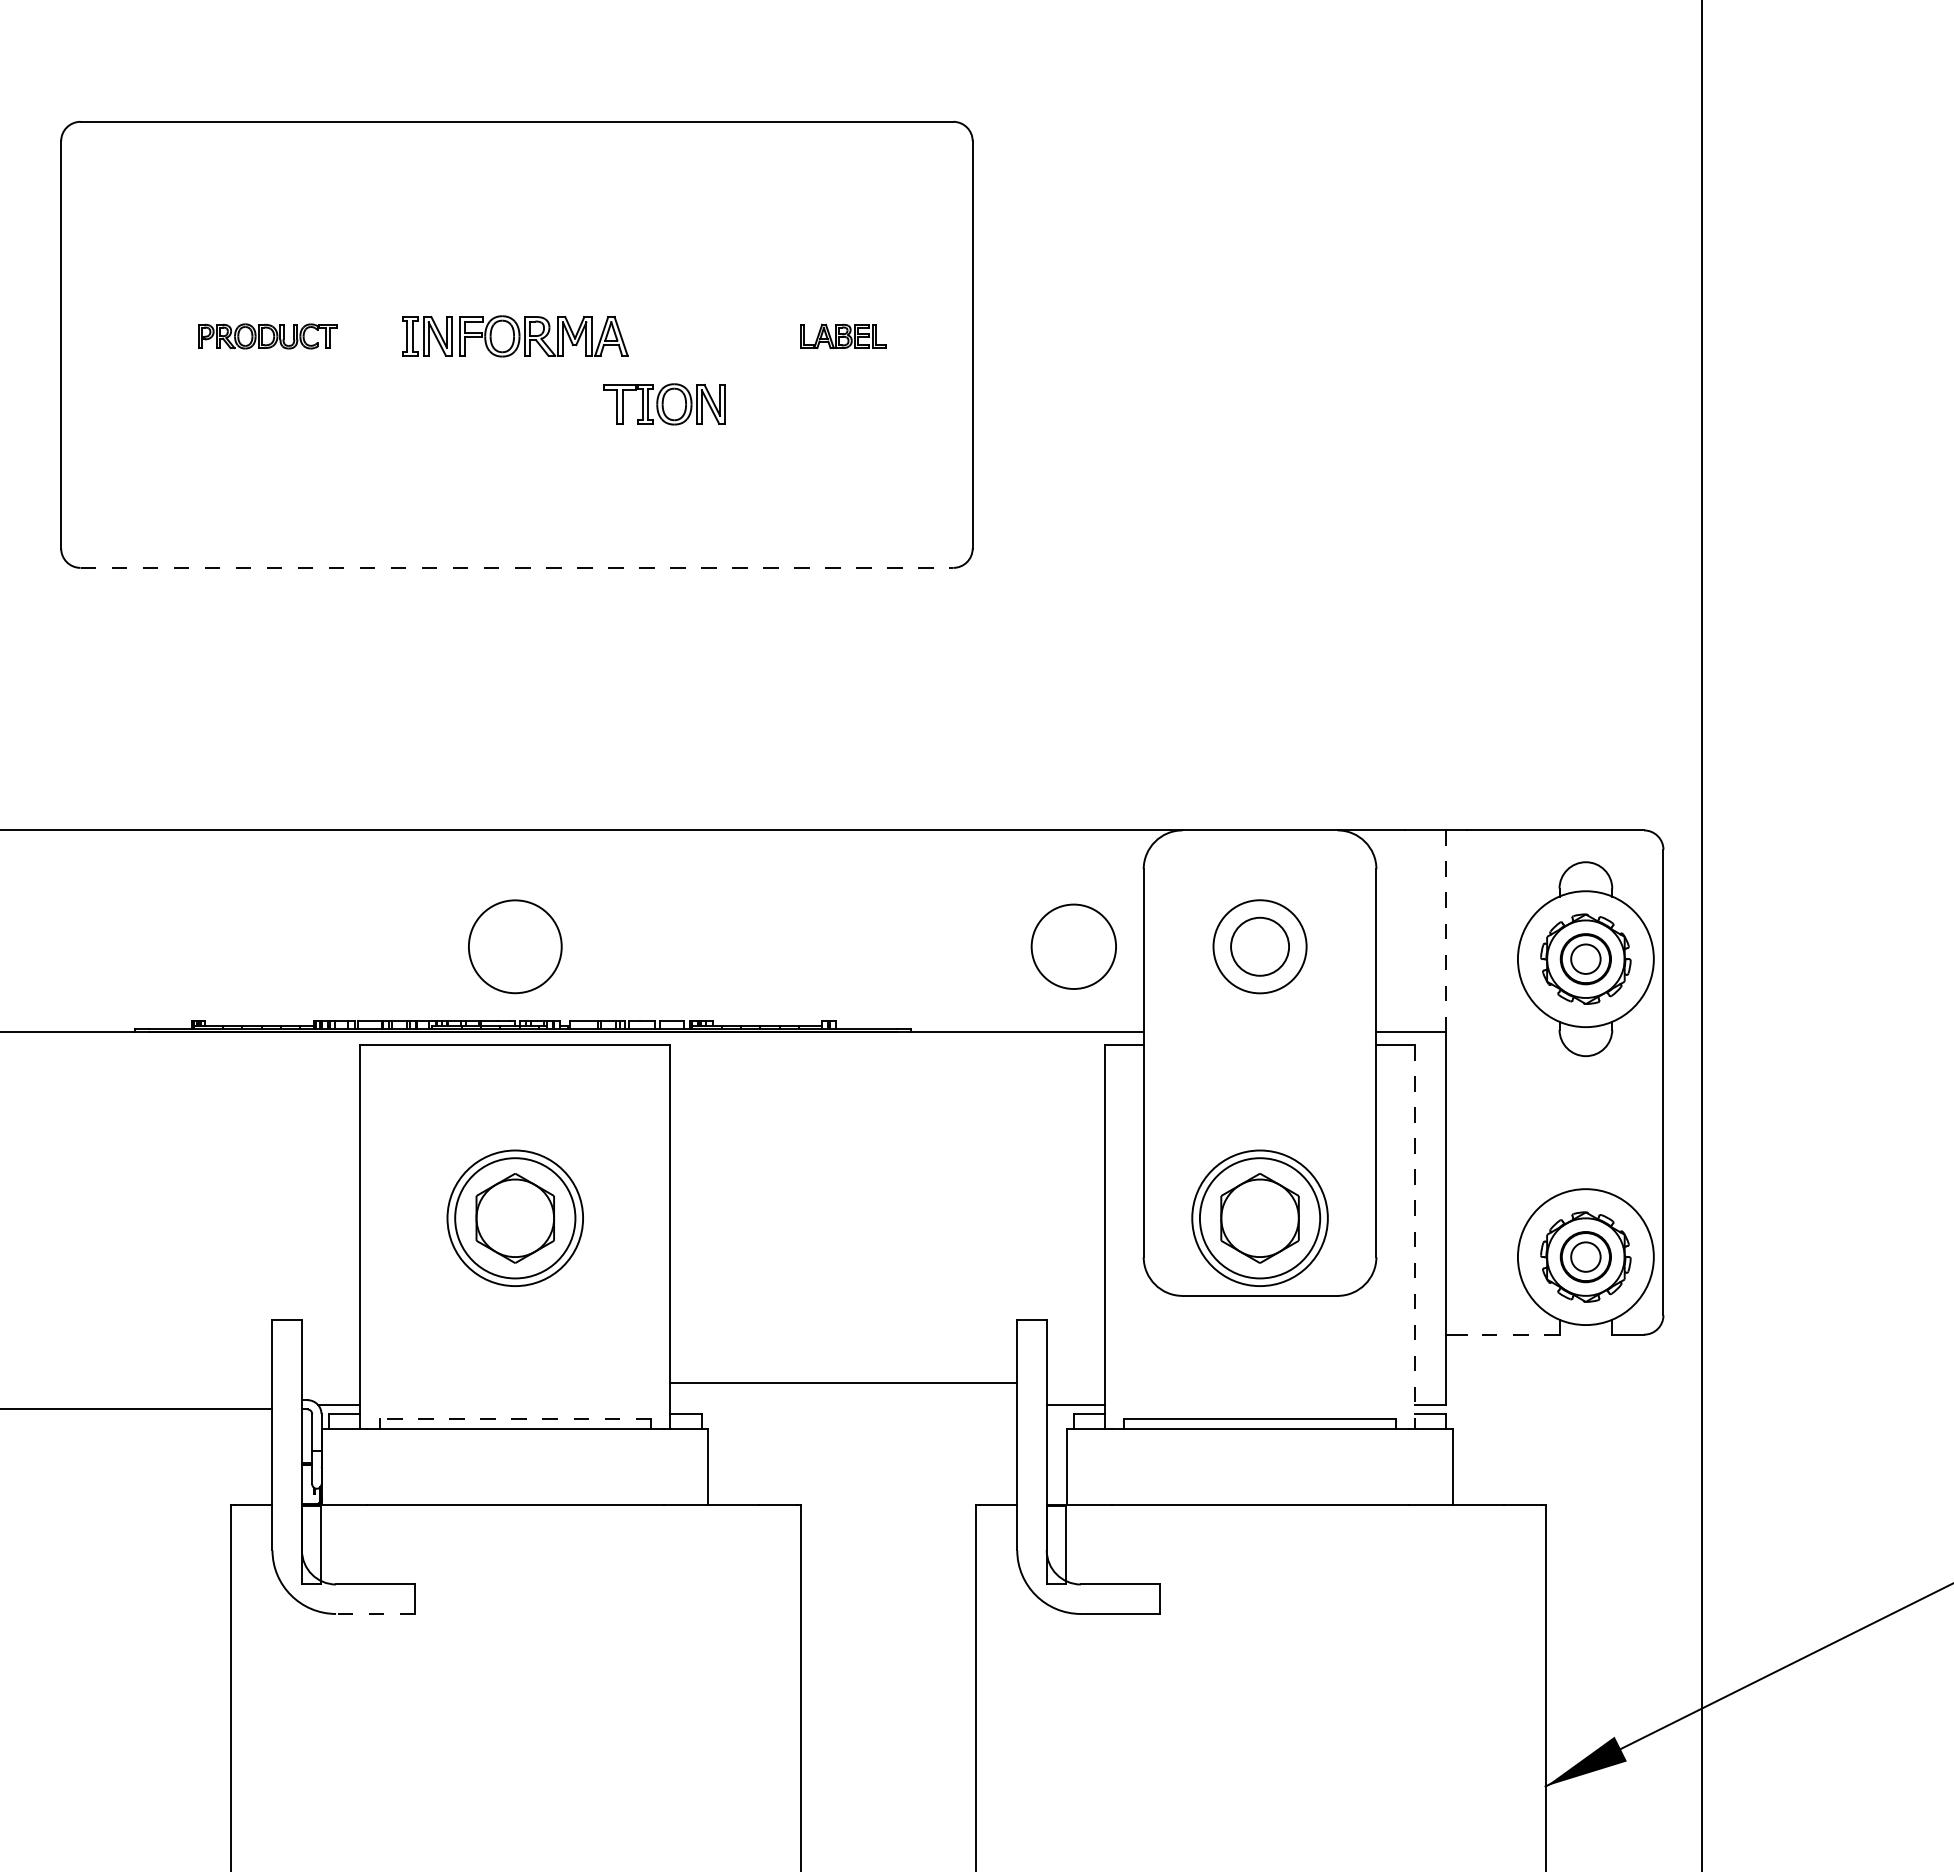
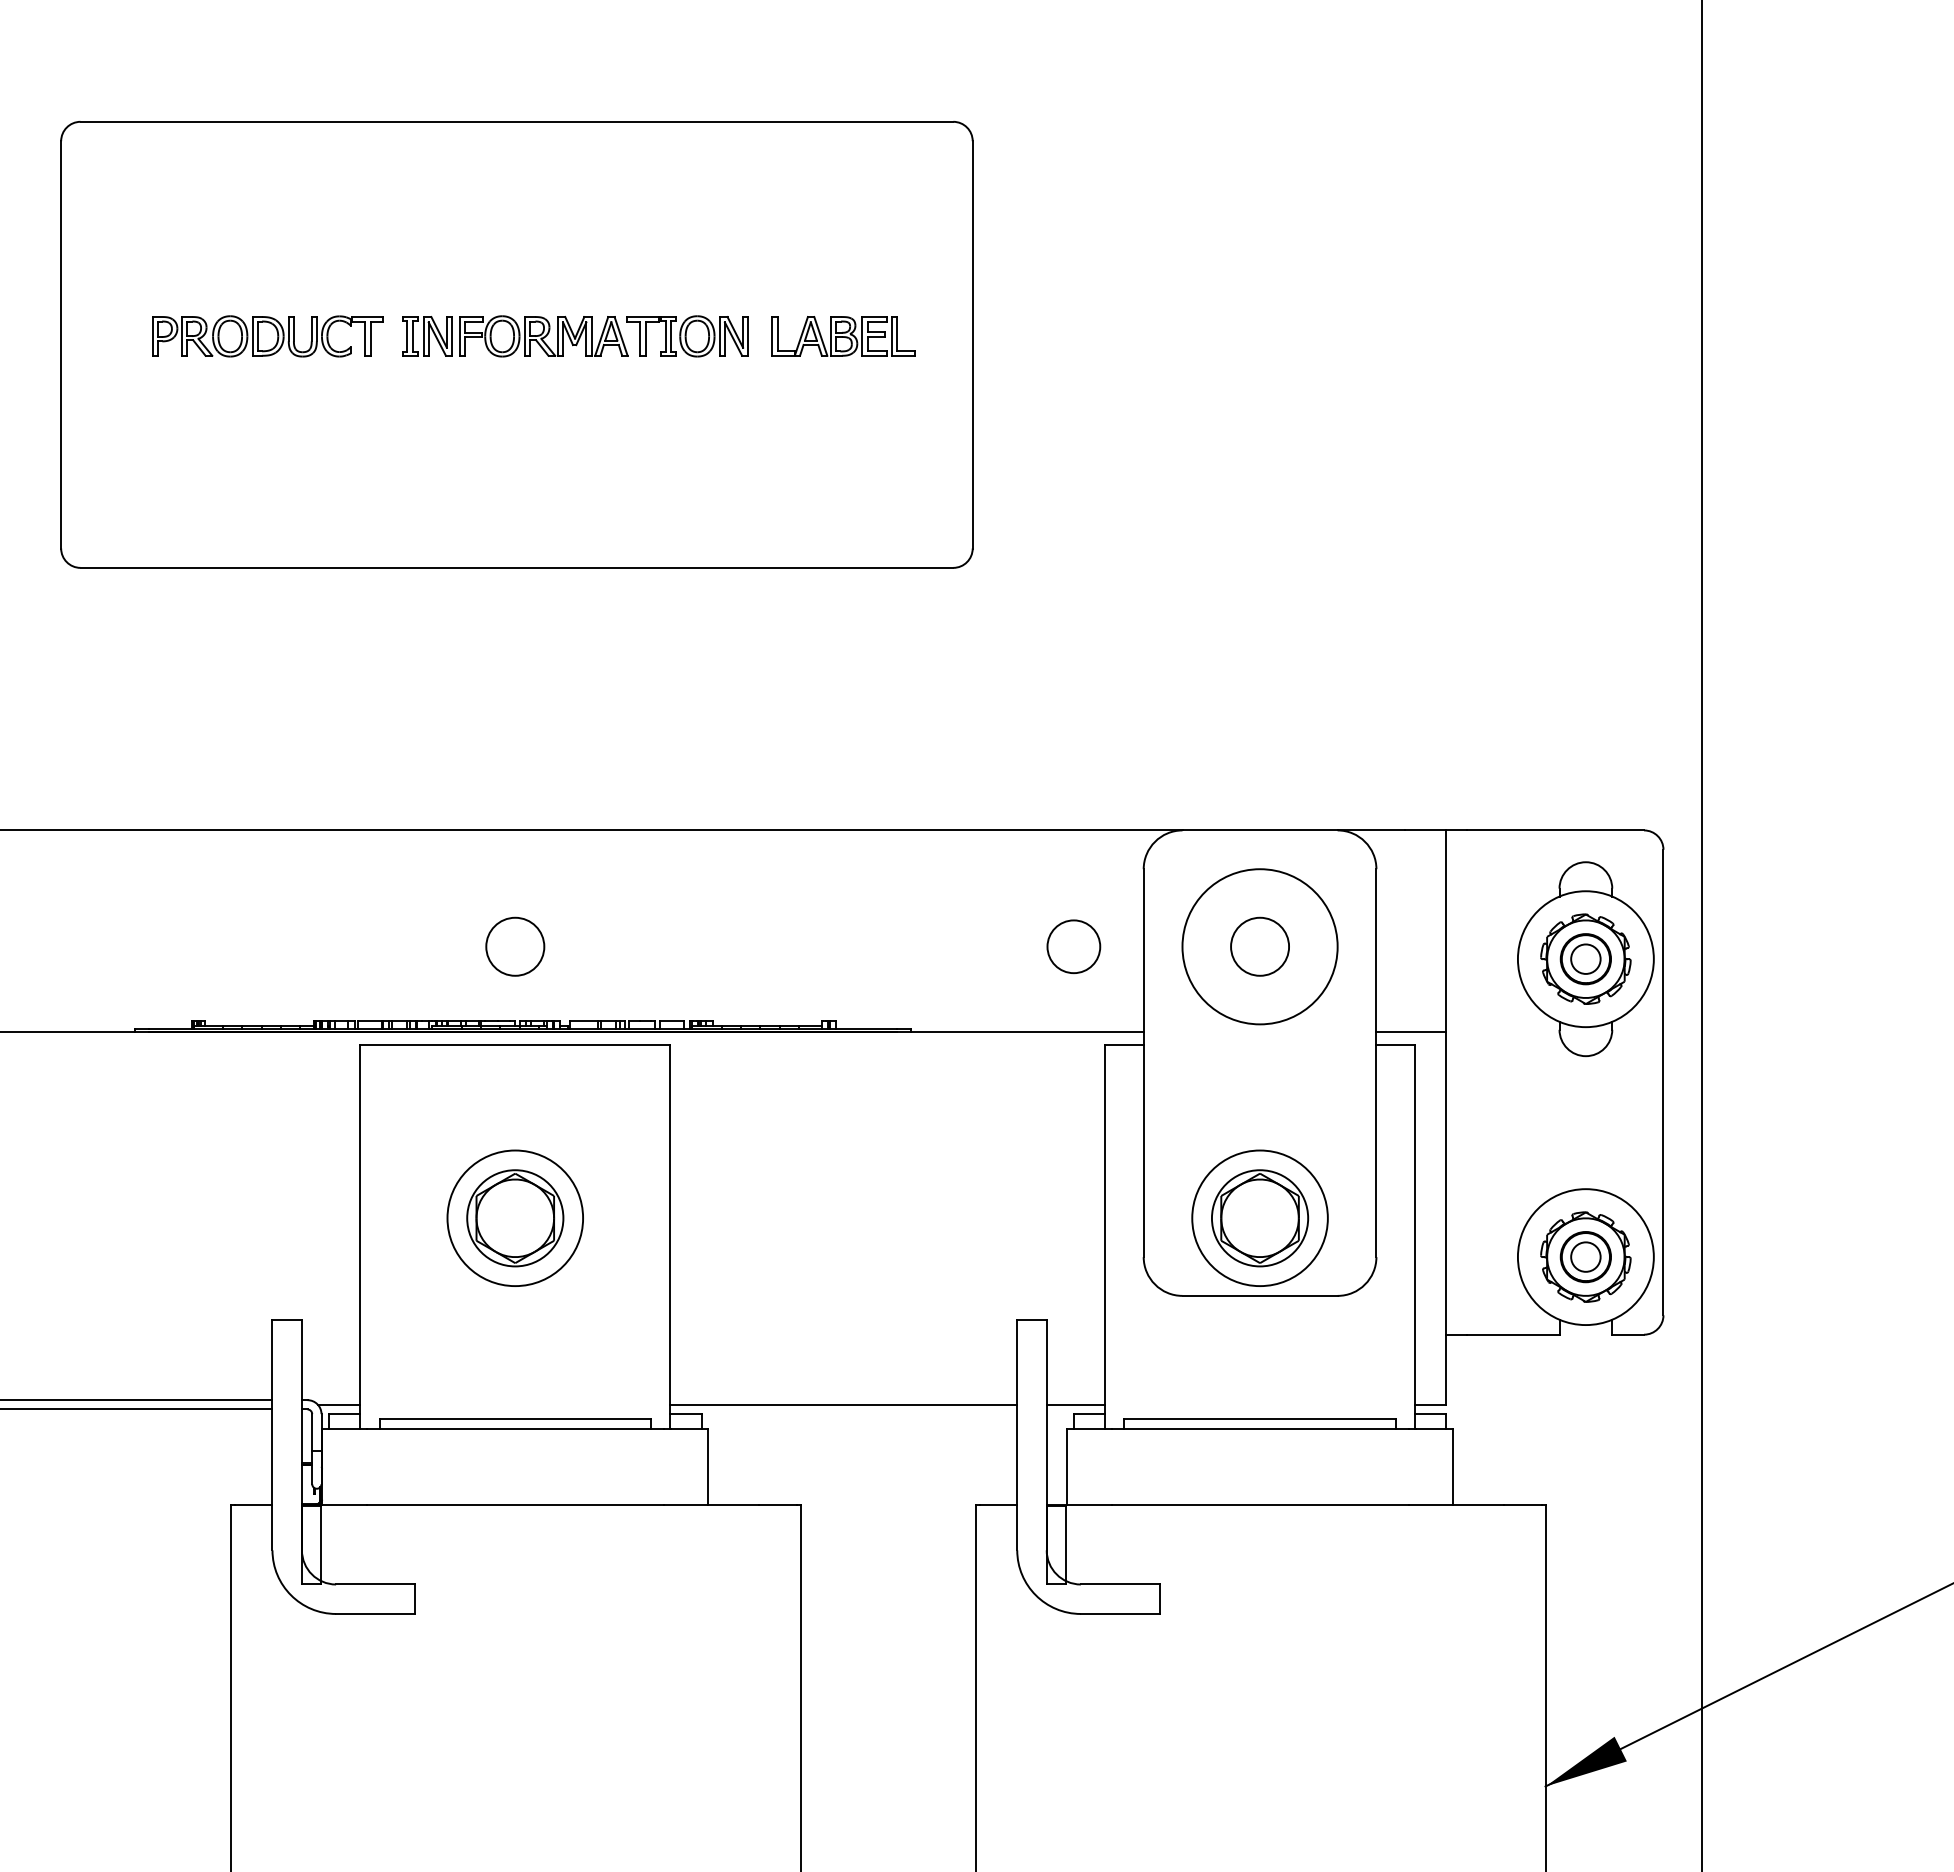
part at (267, 336) size: 140x27 px -> 232x43 px
part at (843, 336) size: 87x27 px -> 145x41 px
part at (664, 404) position: (664, 404) -> (687, 336)
line at (517, 567): dashed -> solid
line at (1446, 931): dashed -> solid
circle at (514, 946) diameter: 93 px -> 58 px
circle at (1073, 946) diameter: 84 px -> 53 px
circle at (1259, 946) diameter: 93 px -> 155 px
circle at (515, 1218) diameter: 120 px -> 96 px
circle at (1259, 1218) diameter: 120 px -> 96 px
line at (1415, 1236): dashed -> solid
line at (1512, 1334): dashed -> solid
line at (843, 1382) position: (843, 1382) -> (843, 1404)
line at (137, 1400): none -> present
line at (515, 1419): dashed -> solid
line at (375, 1613): dashed -> solid
